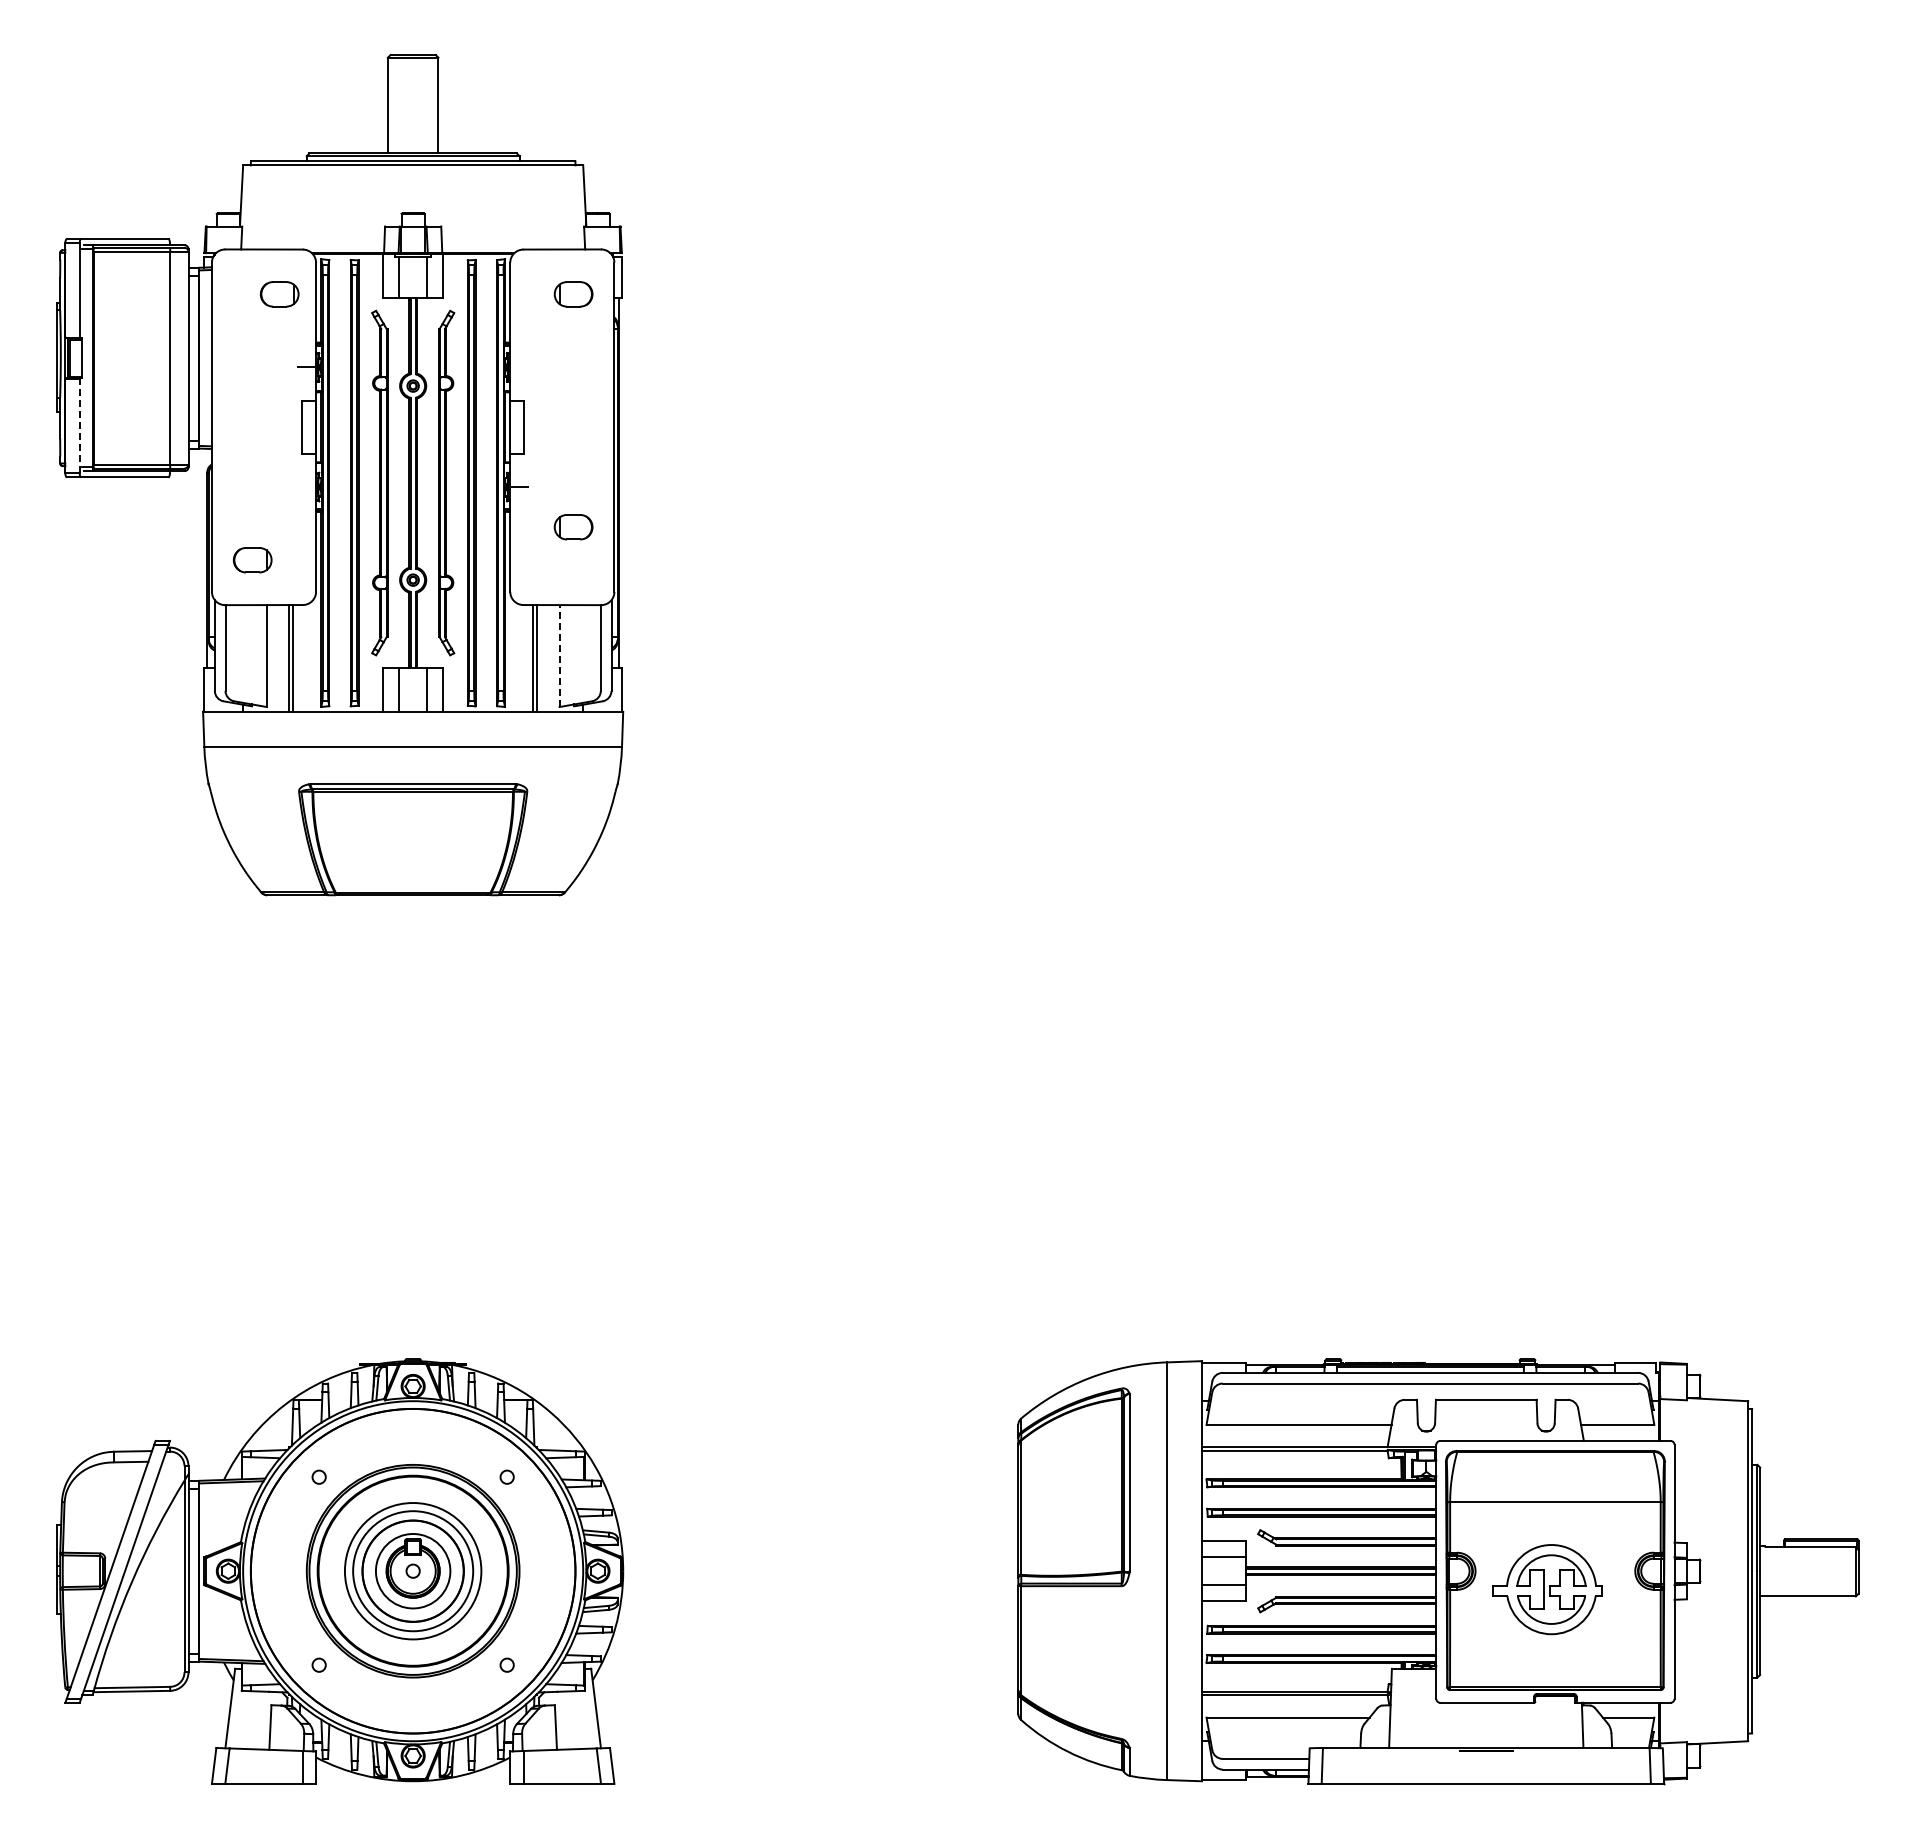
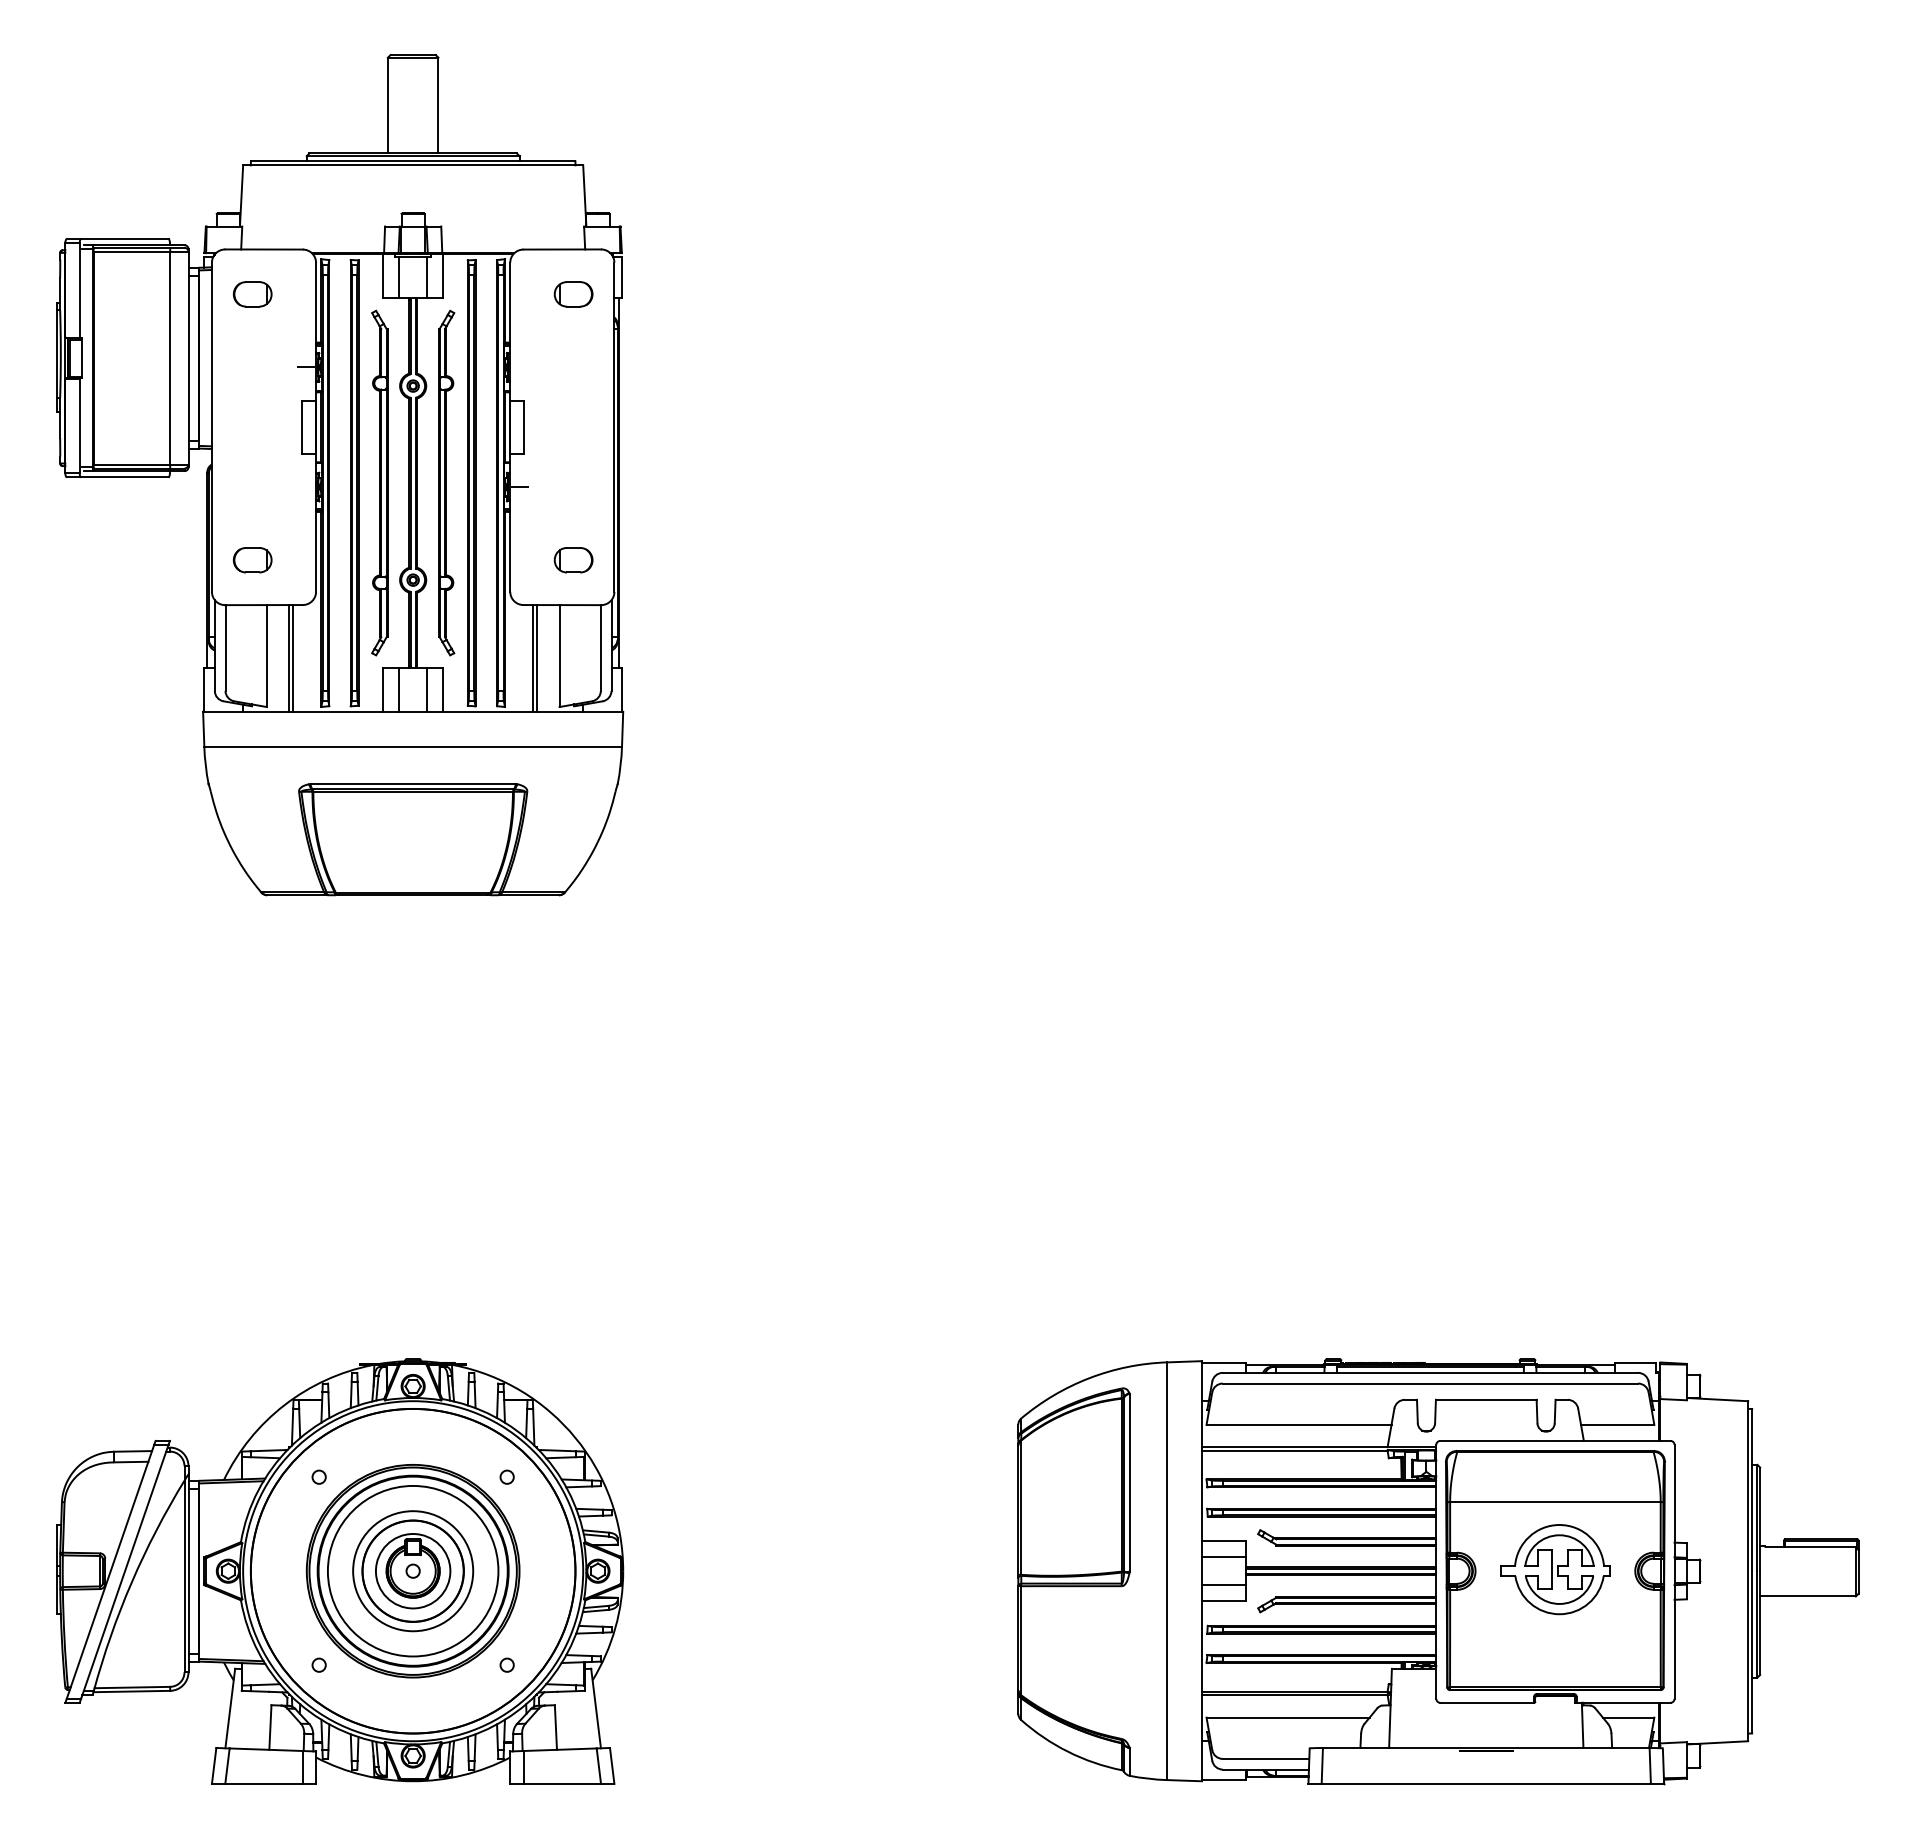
part at (279, 294) position: (279, 294) -> (252, 294)
line at (79, 426): dashed -> solid
part at (573, 527) position: (573, 527) -> (573, 560)
line at (559, 656): dashed -> solid
circle at (412, 1571) diameter: 136 px -> 171 px
part at (1547, 1589) position: (1547, 1589) -> (1555, 1569)
